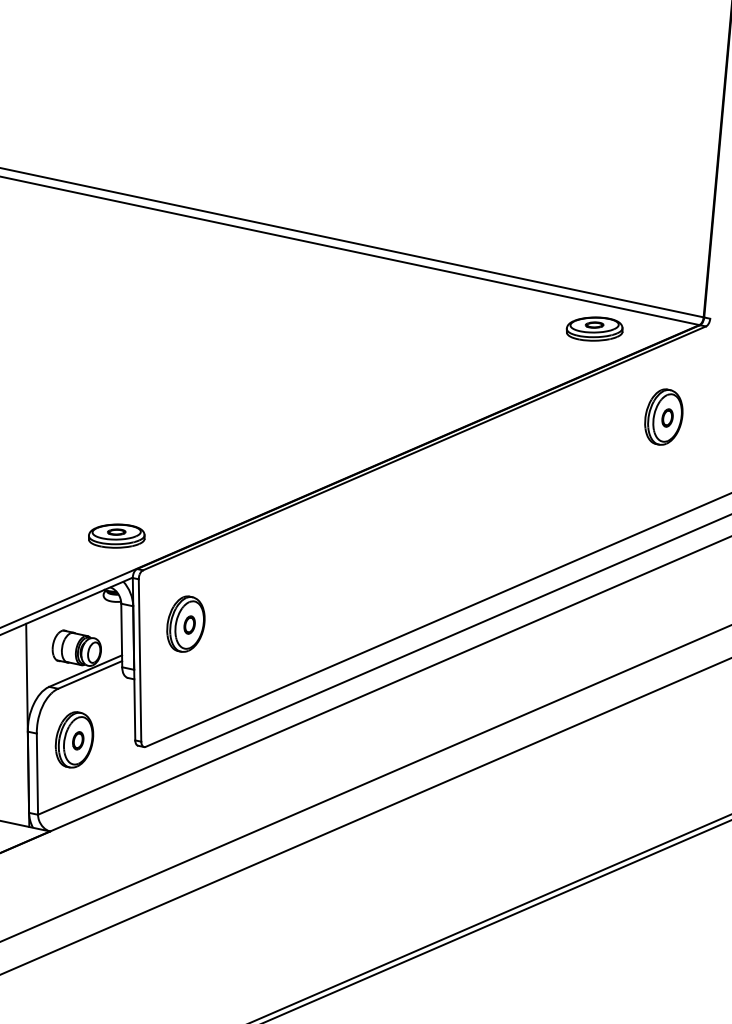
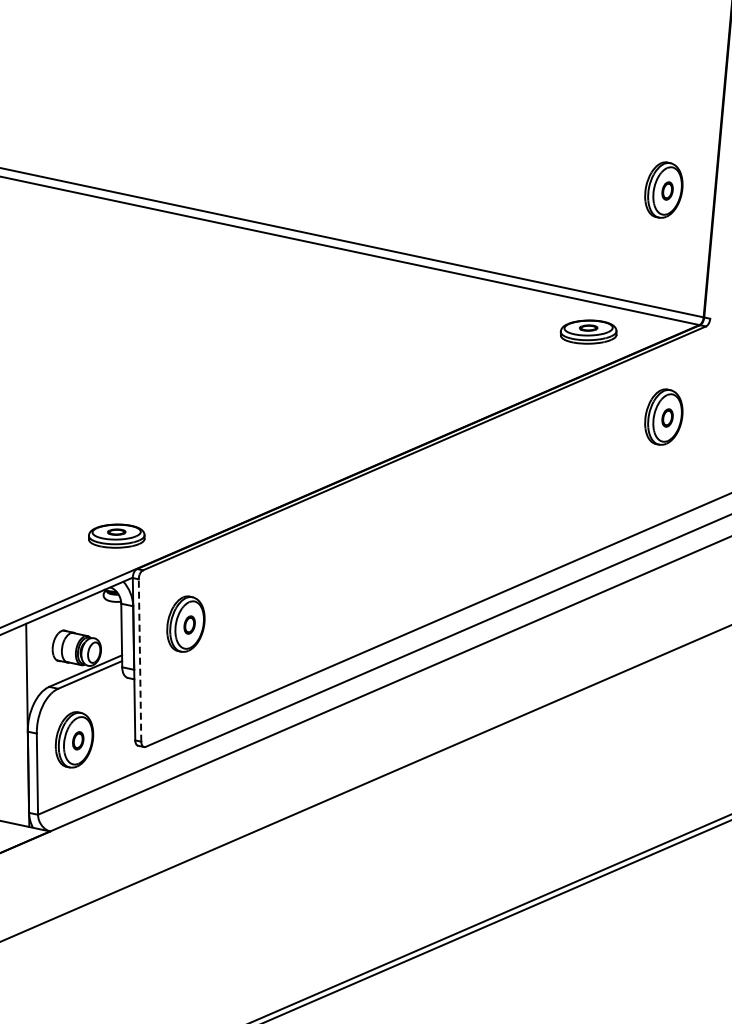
part at (663, 189): none -> present
part at (594, 328) position: (594, 328) -> (588, 331)
line at (140, 660): solid -> dashed
line at (365, 816): present -> none
